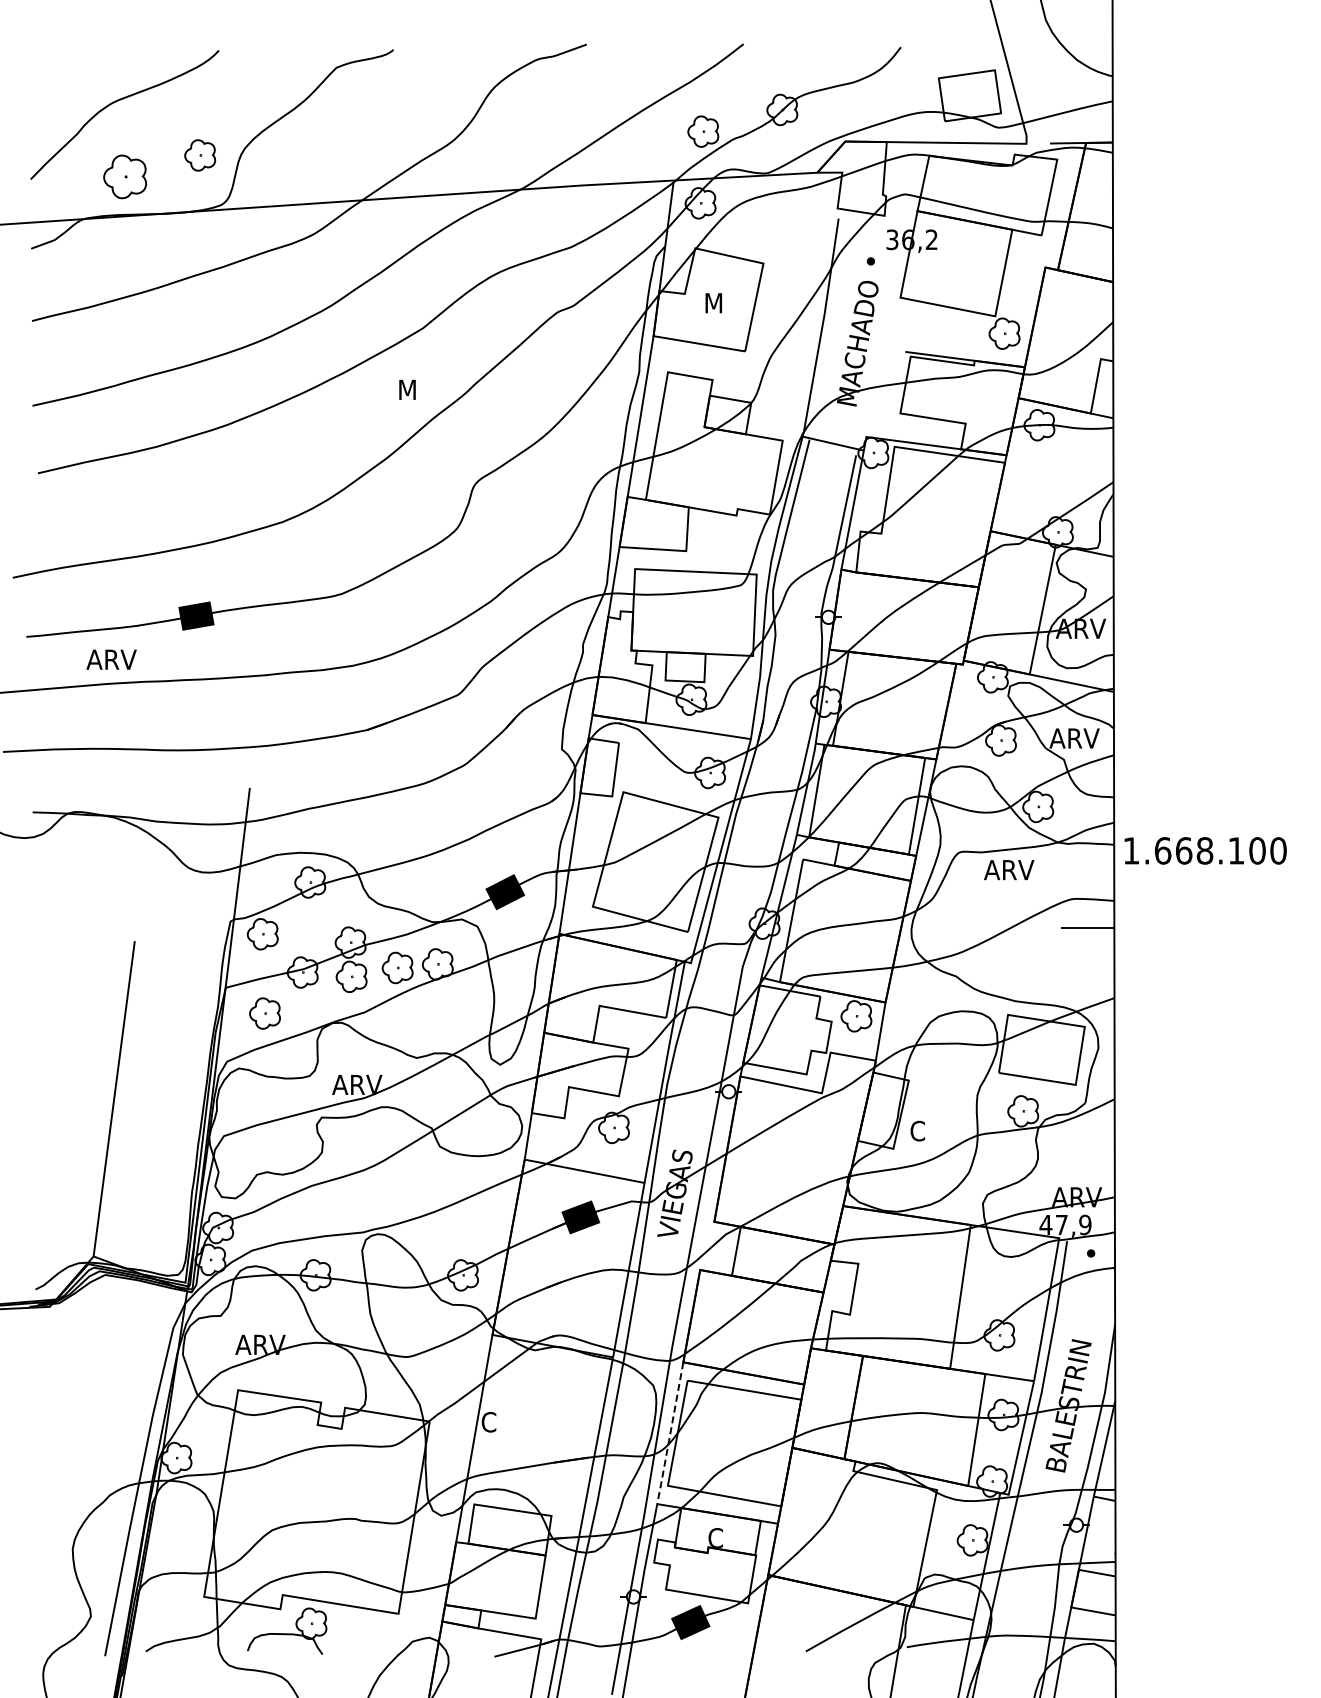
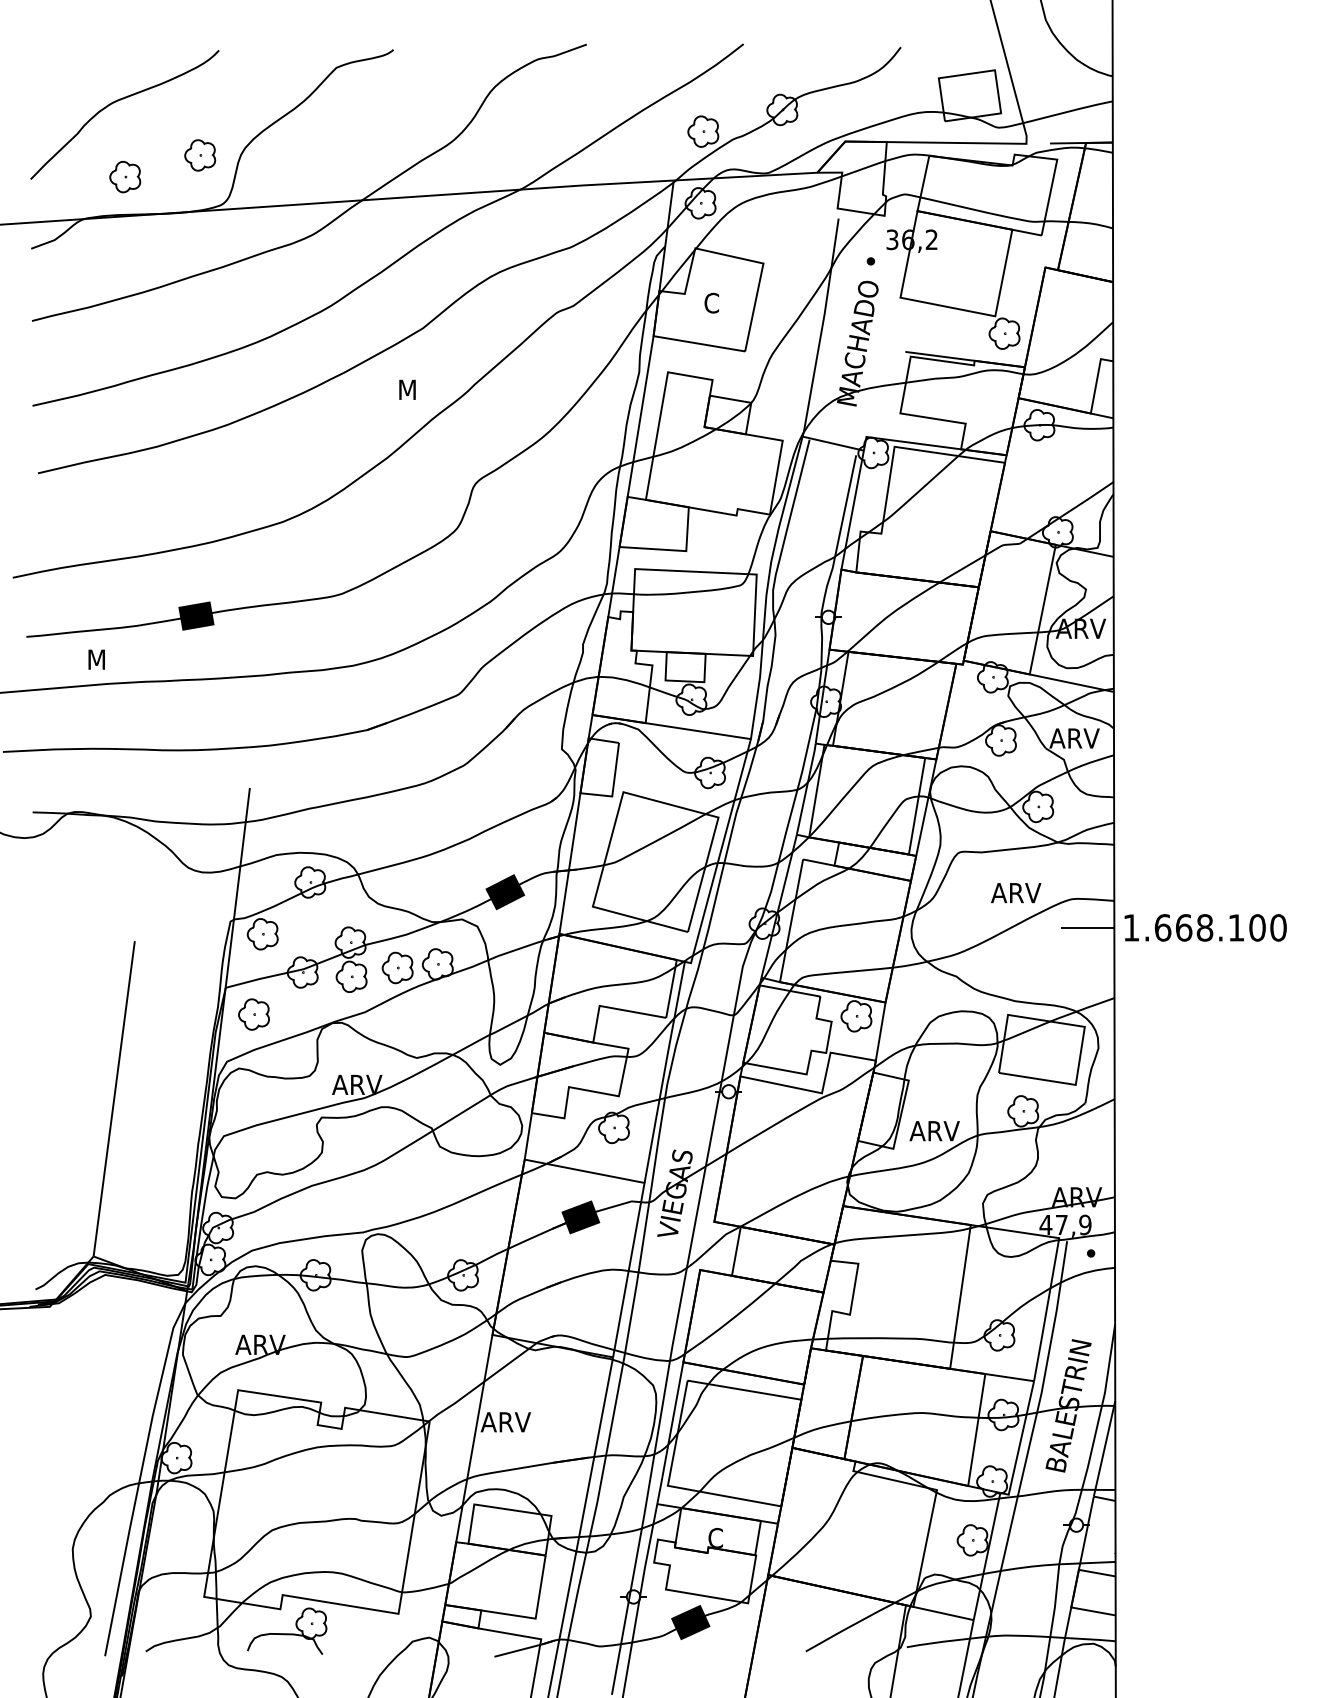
part at (125, 176) size: 45x46 px -> 33x33 px
text at (713, 302): M -> C
text at (111, 659): ARV -> M
text at (1205, 850) position: (1205, 850) -> (1205, 927)
text at (1009, 870) position: (1009, 870) -> (1016, 893)
part at (264, 1013) position: (264, 1013) -> (253, 1014)
text at (934, 1130): C -> ARV
text at (505, 1421): C -> ARV
line at (670, 1434): dashed -> solid
